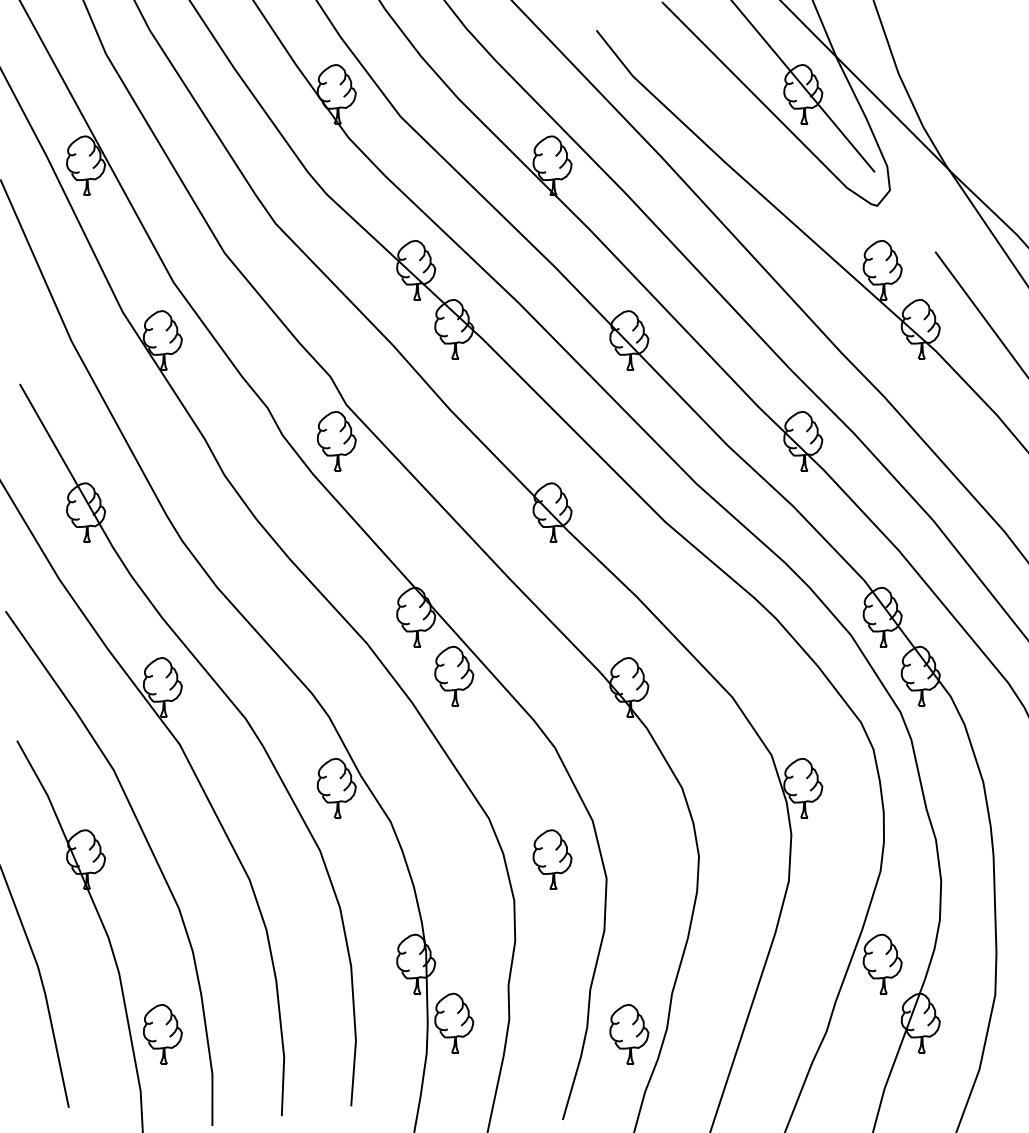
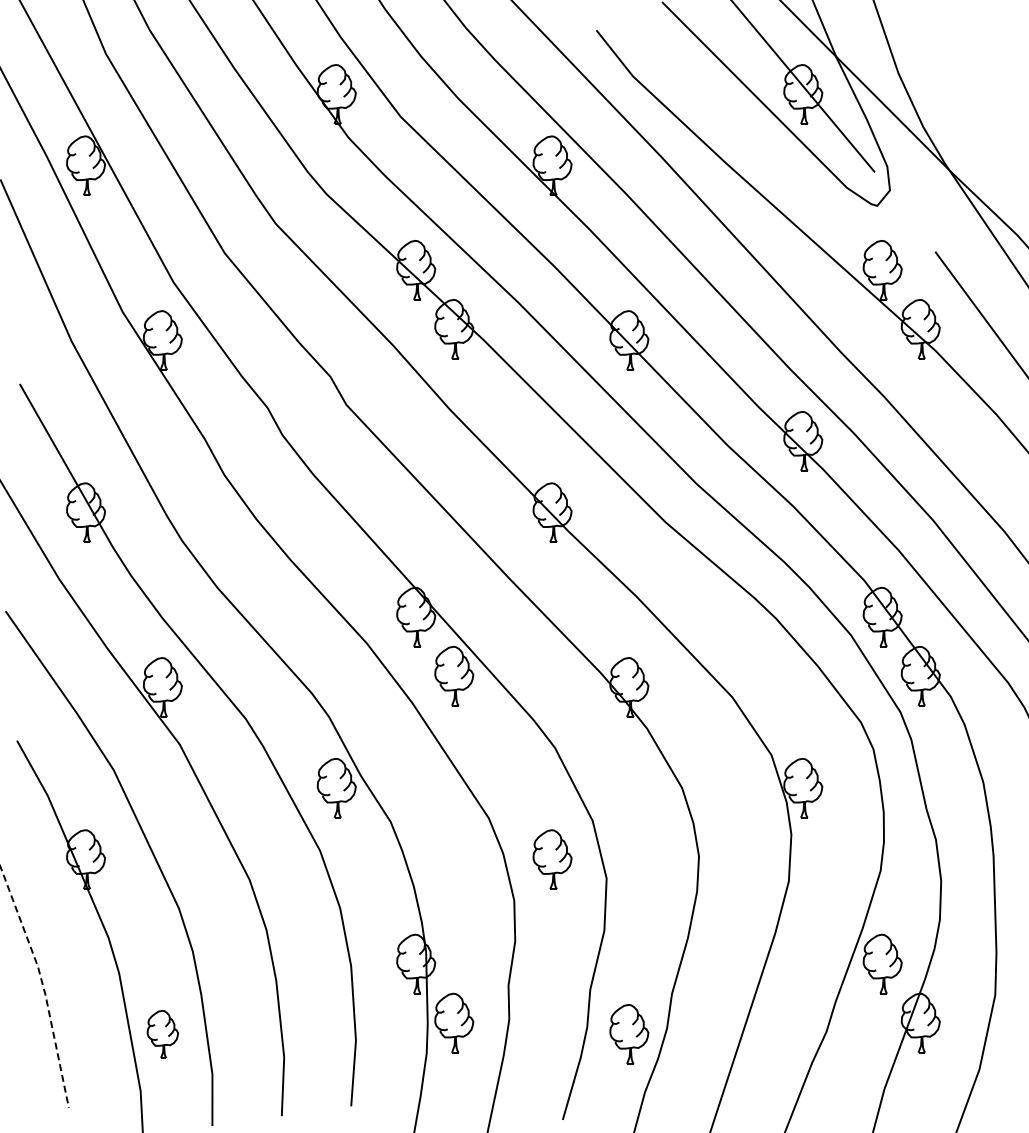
part at (336, 441): present -> none
line at (42, 984): solid -> dashed
part at (162, 1034) size: 40x61 px -> 33x49 px
